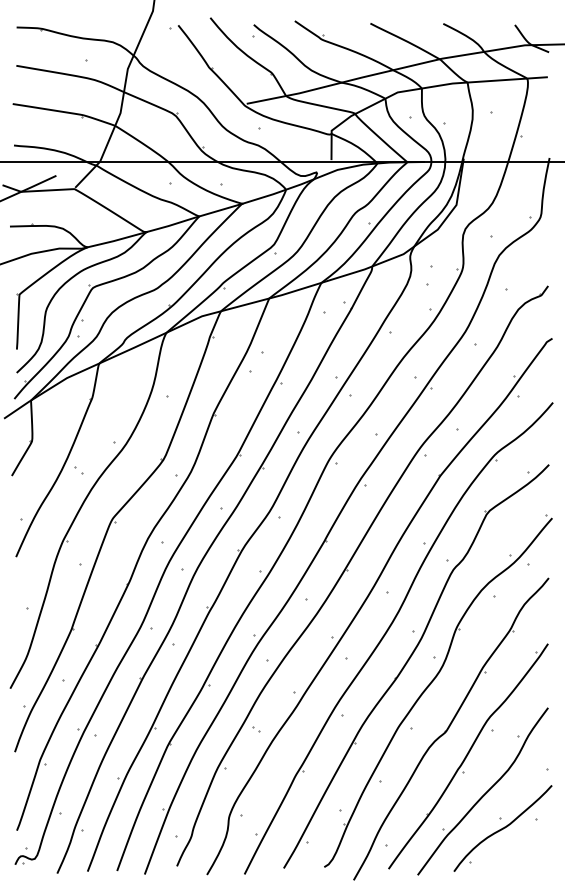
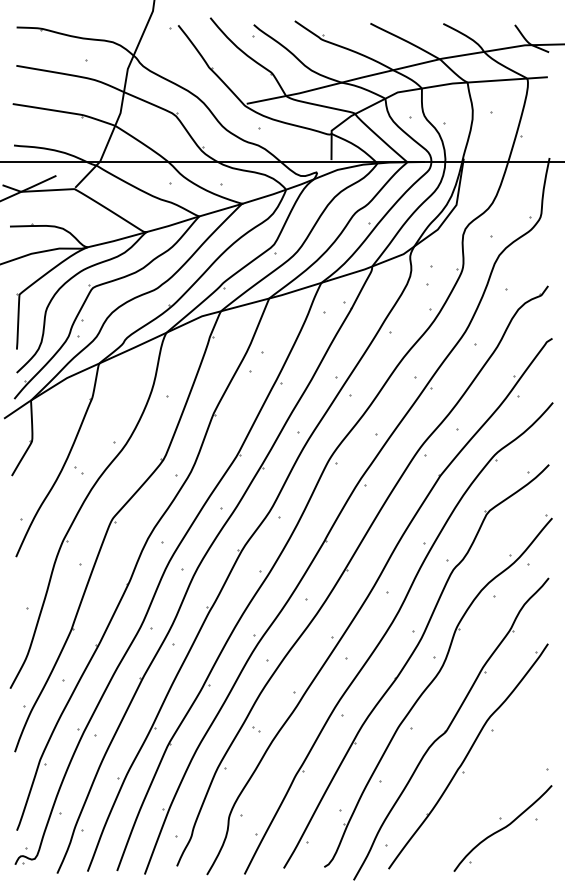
part at (482, 791): present -> none
